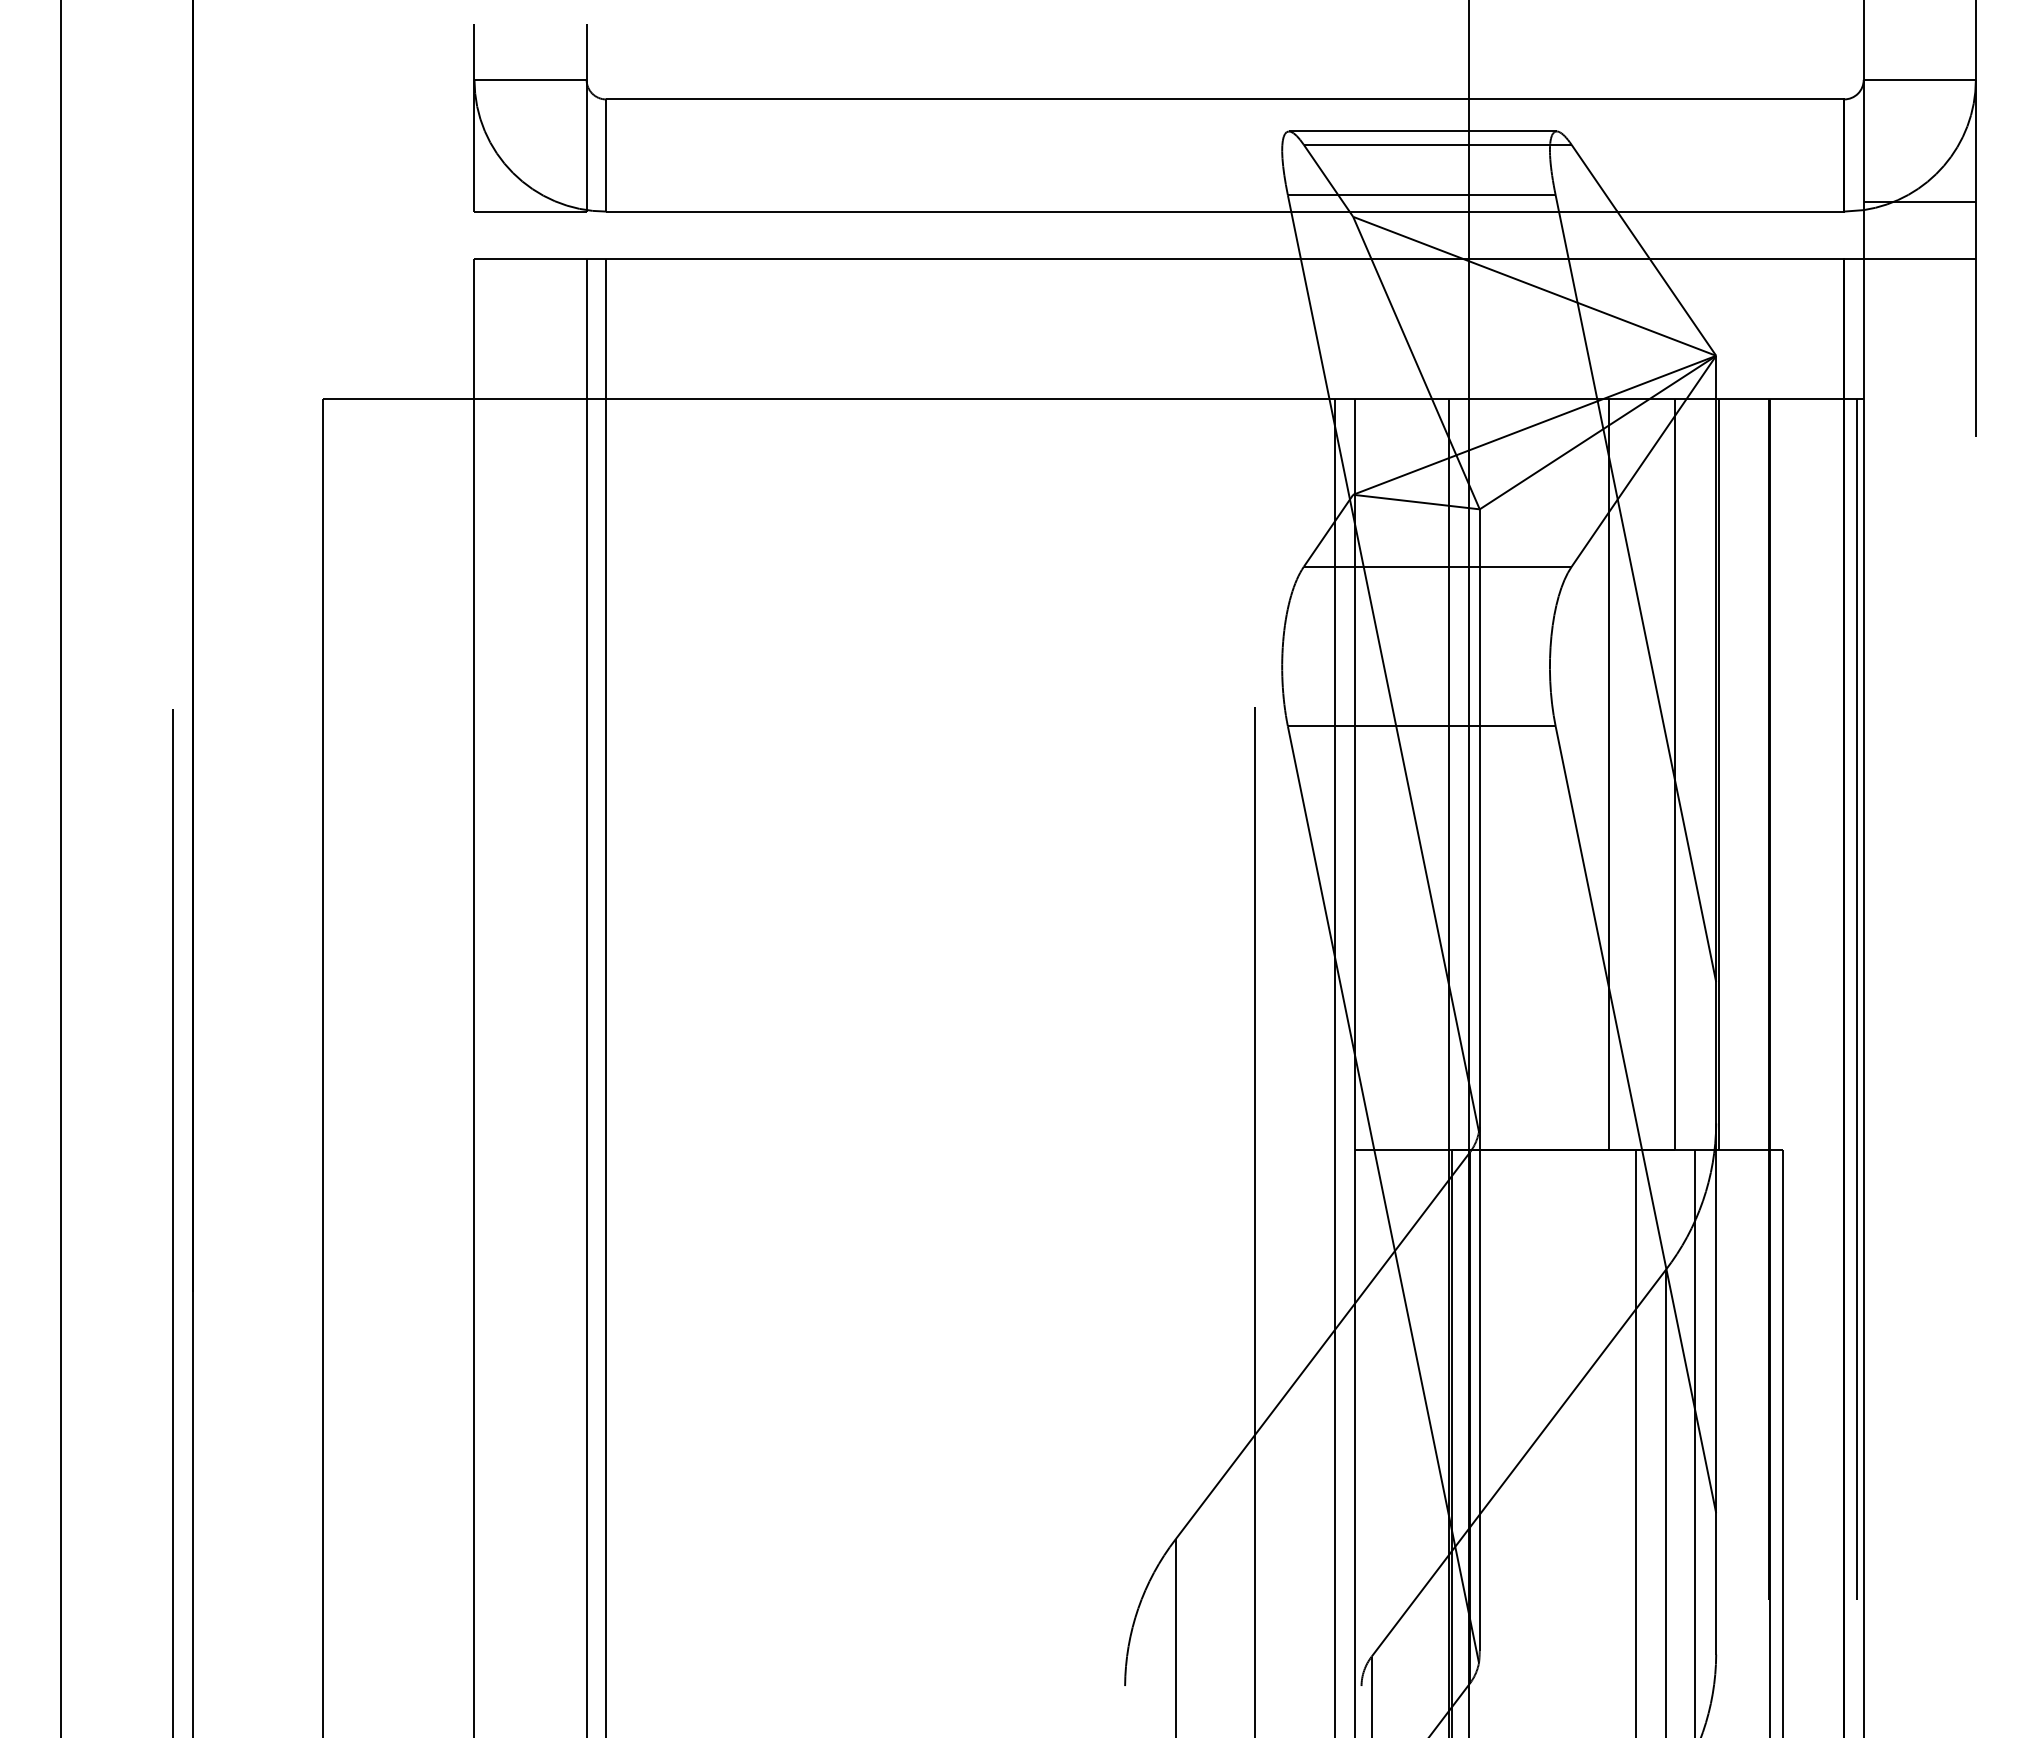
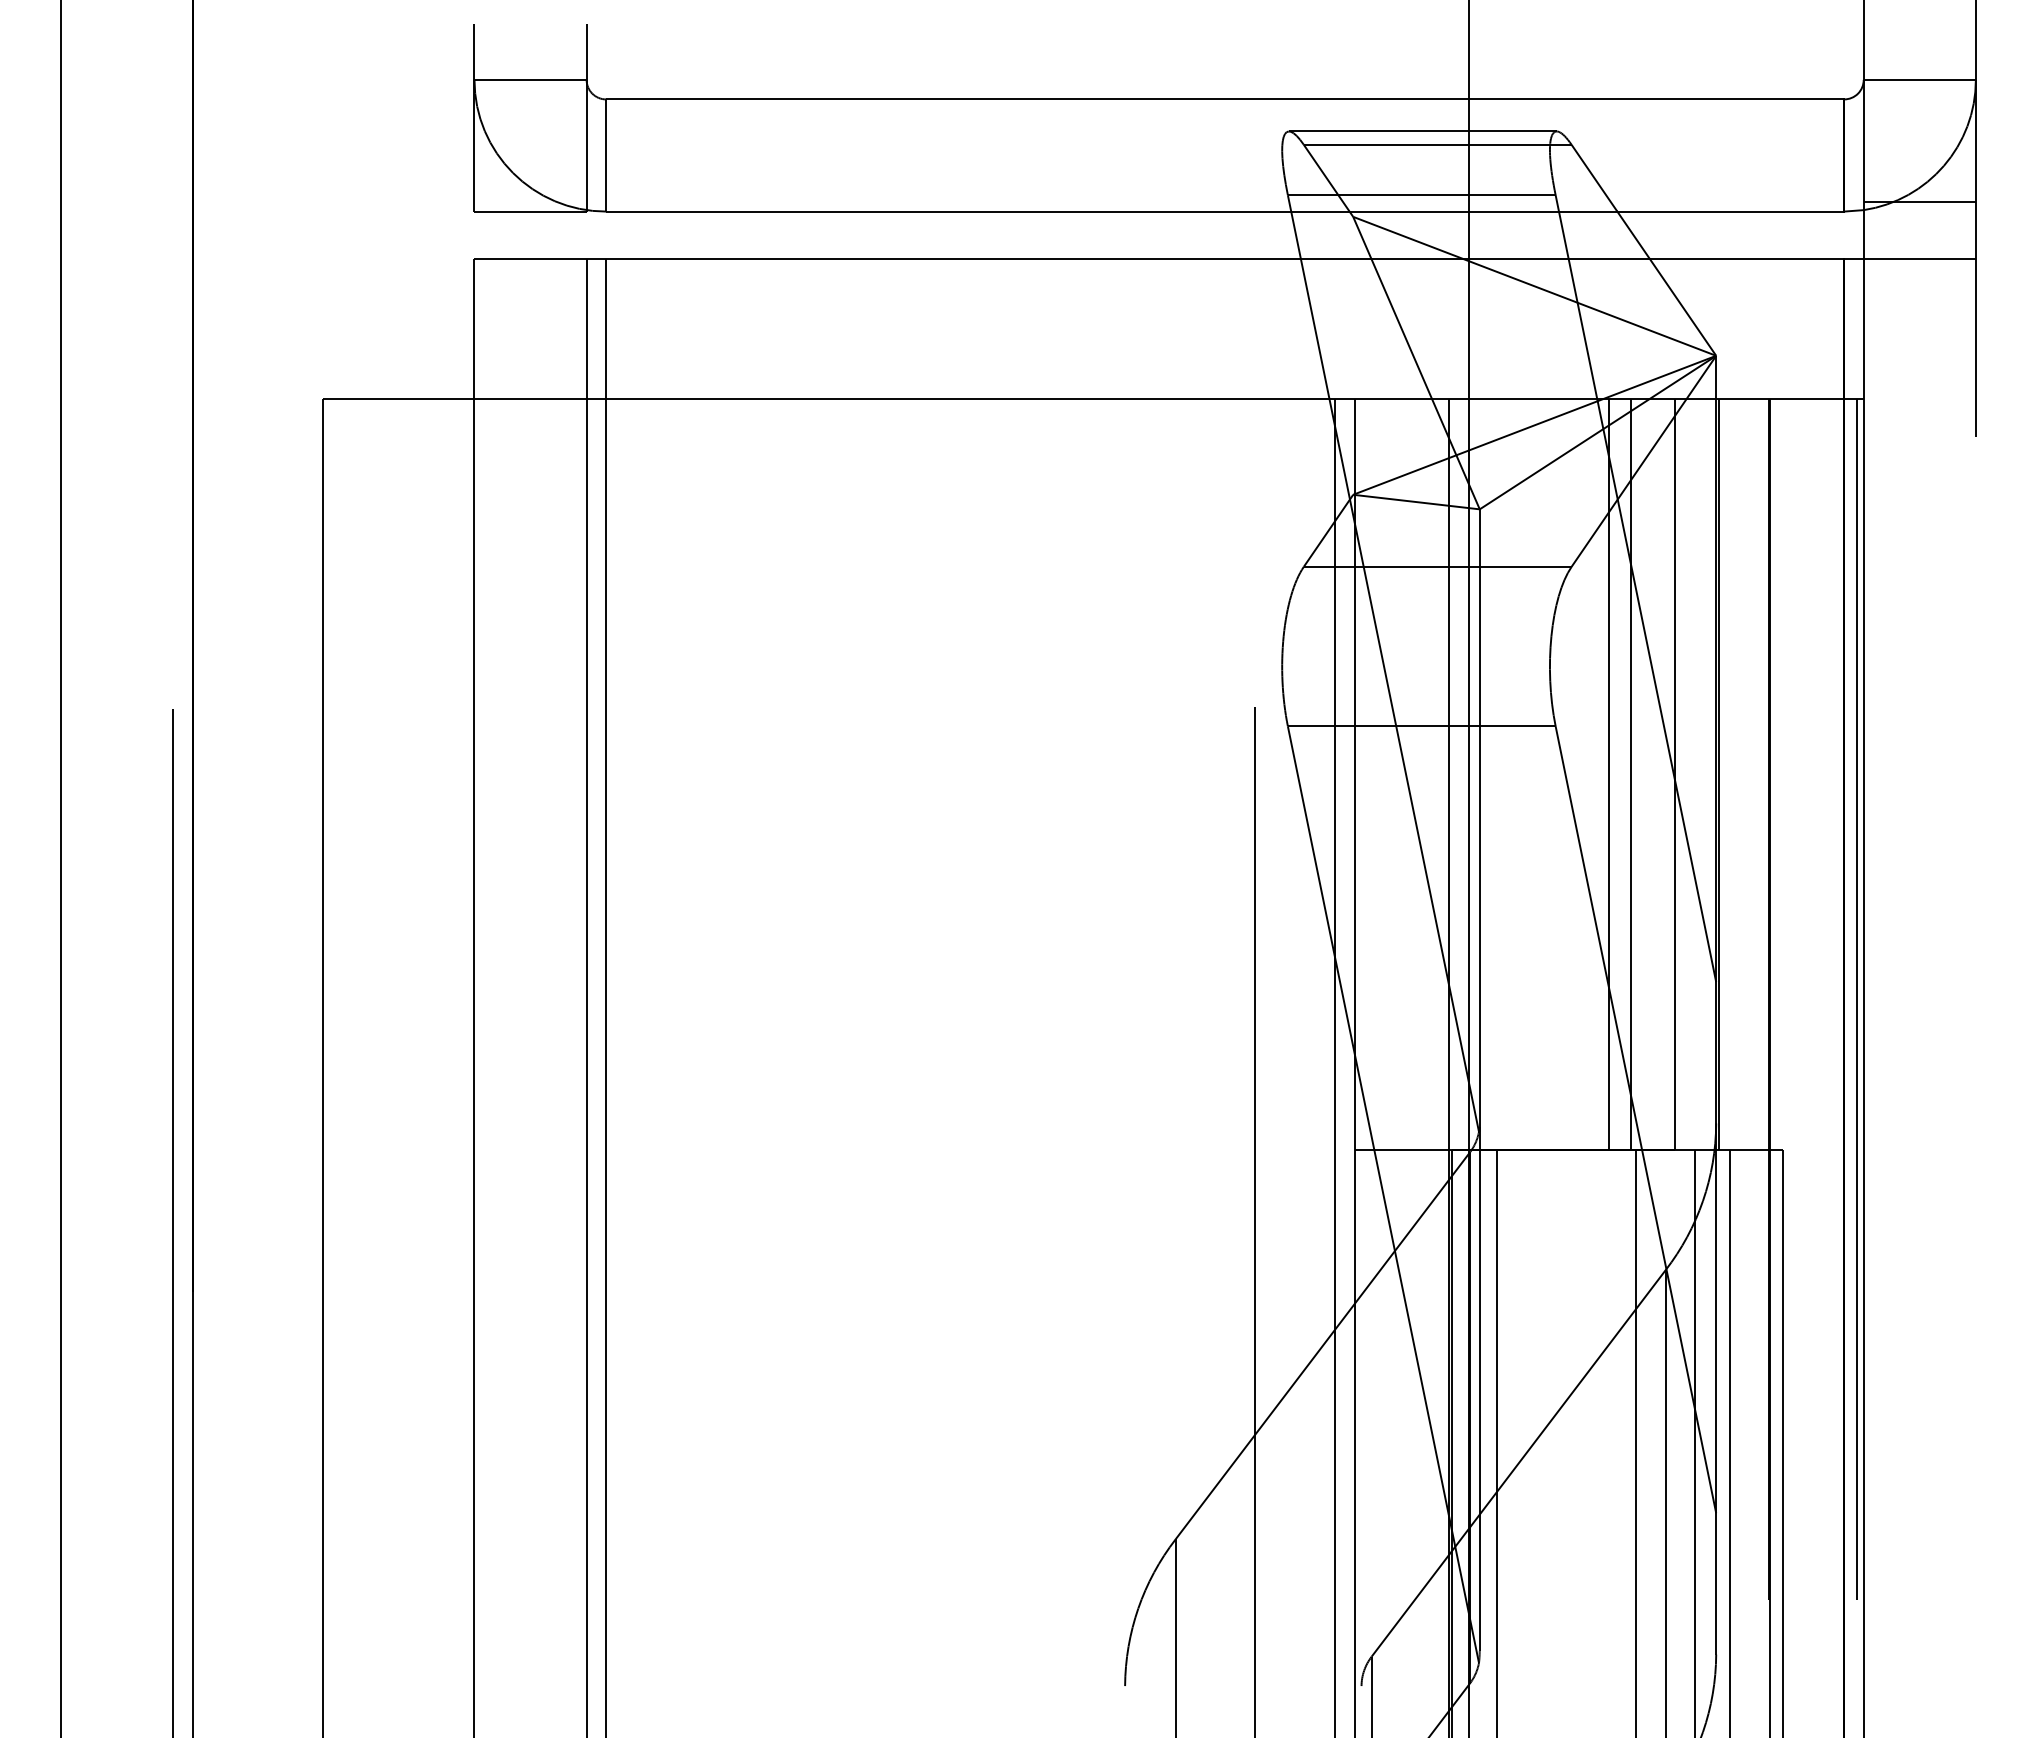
line at (1630, 774): none -> present
line at (1497, 1441): none -> present
line at (1730, 1441): none -> present
